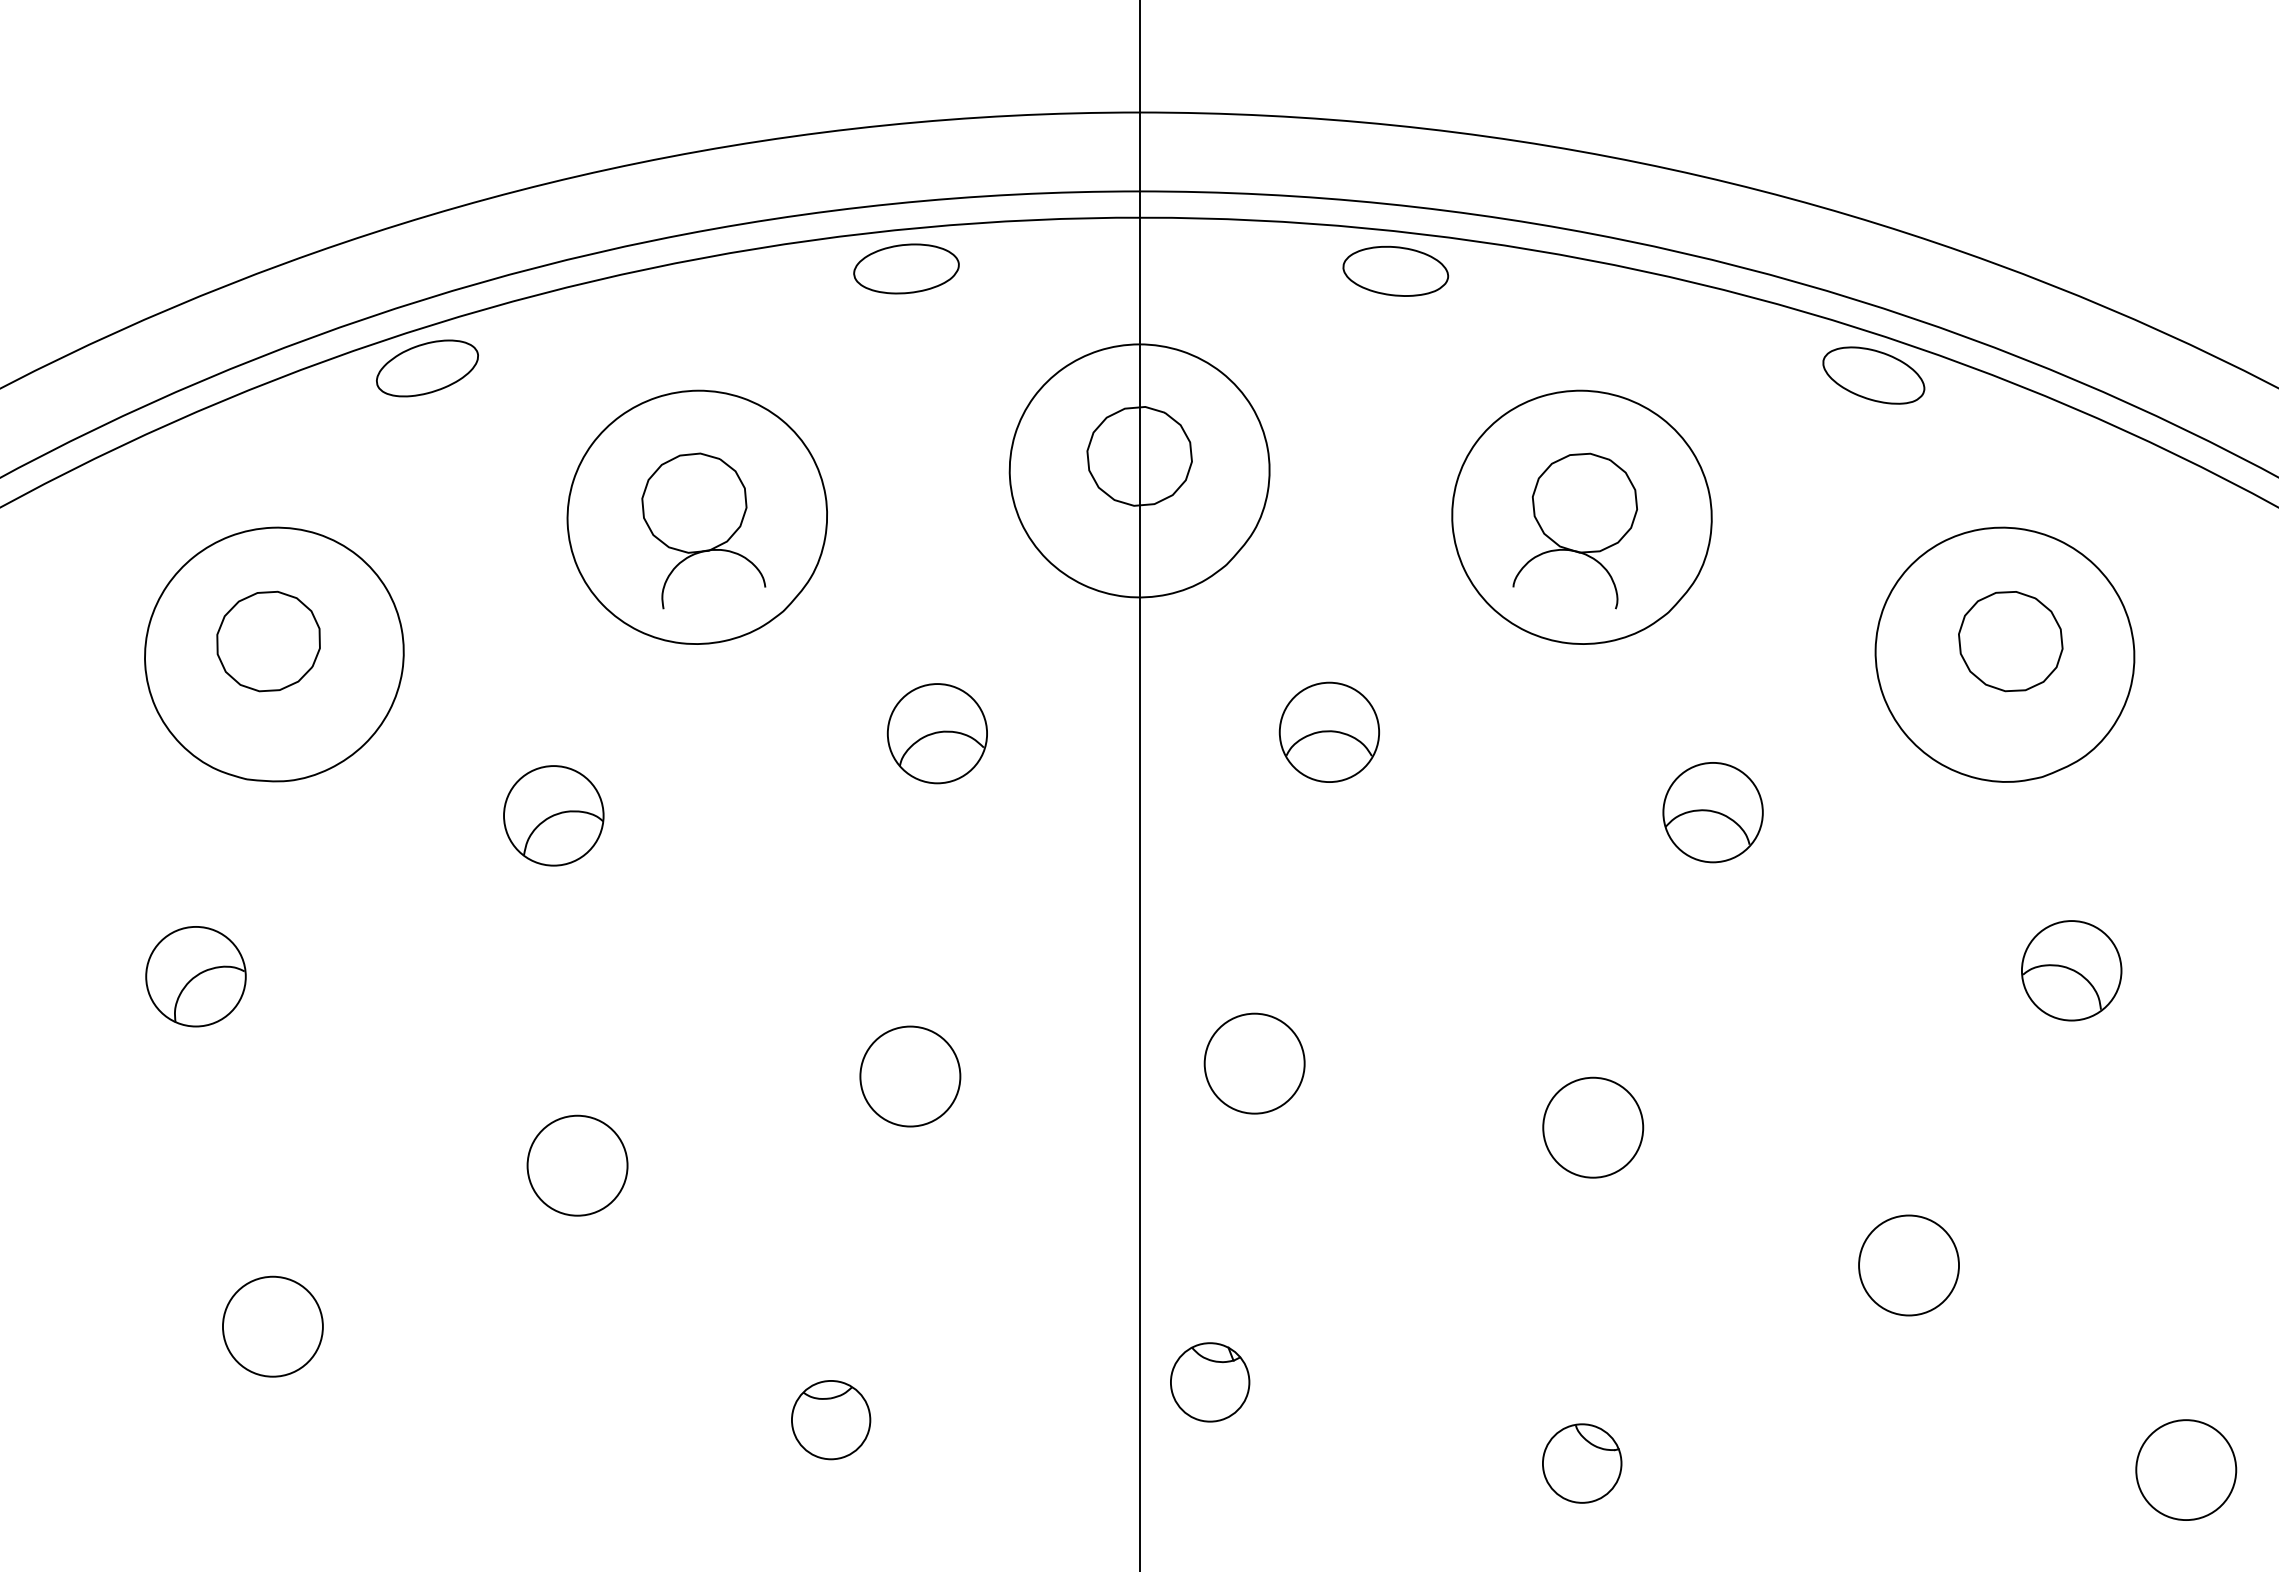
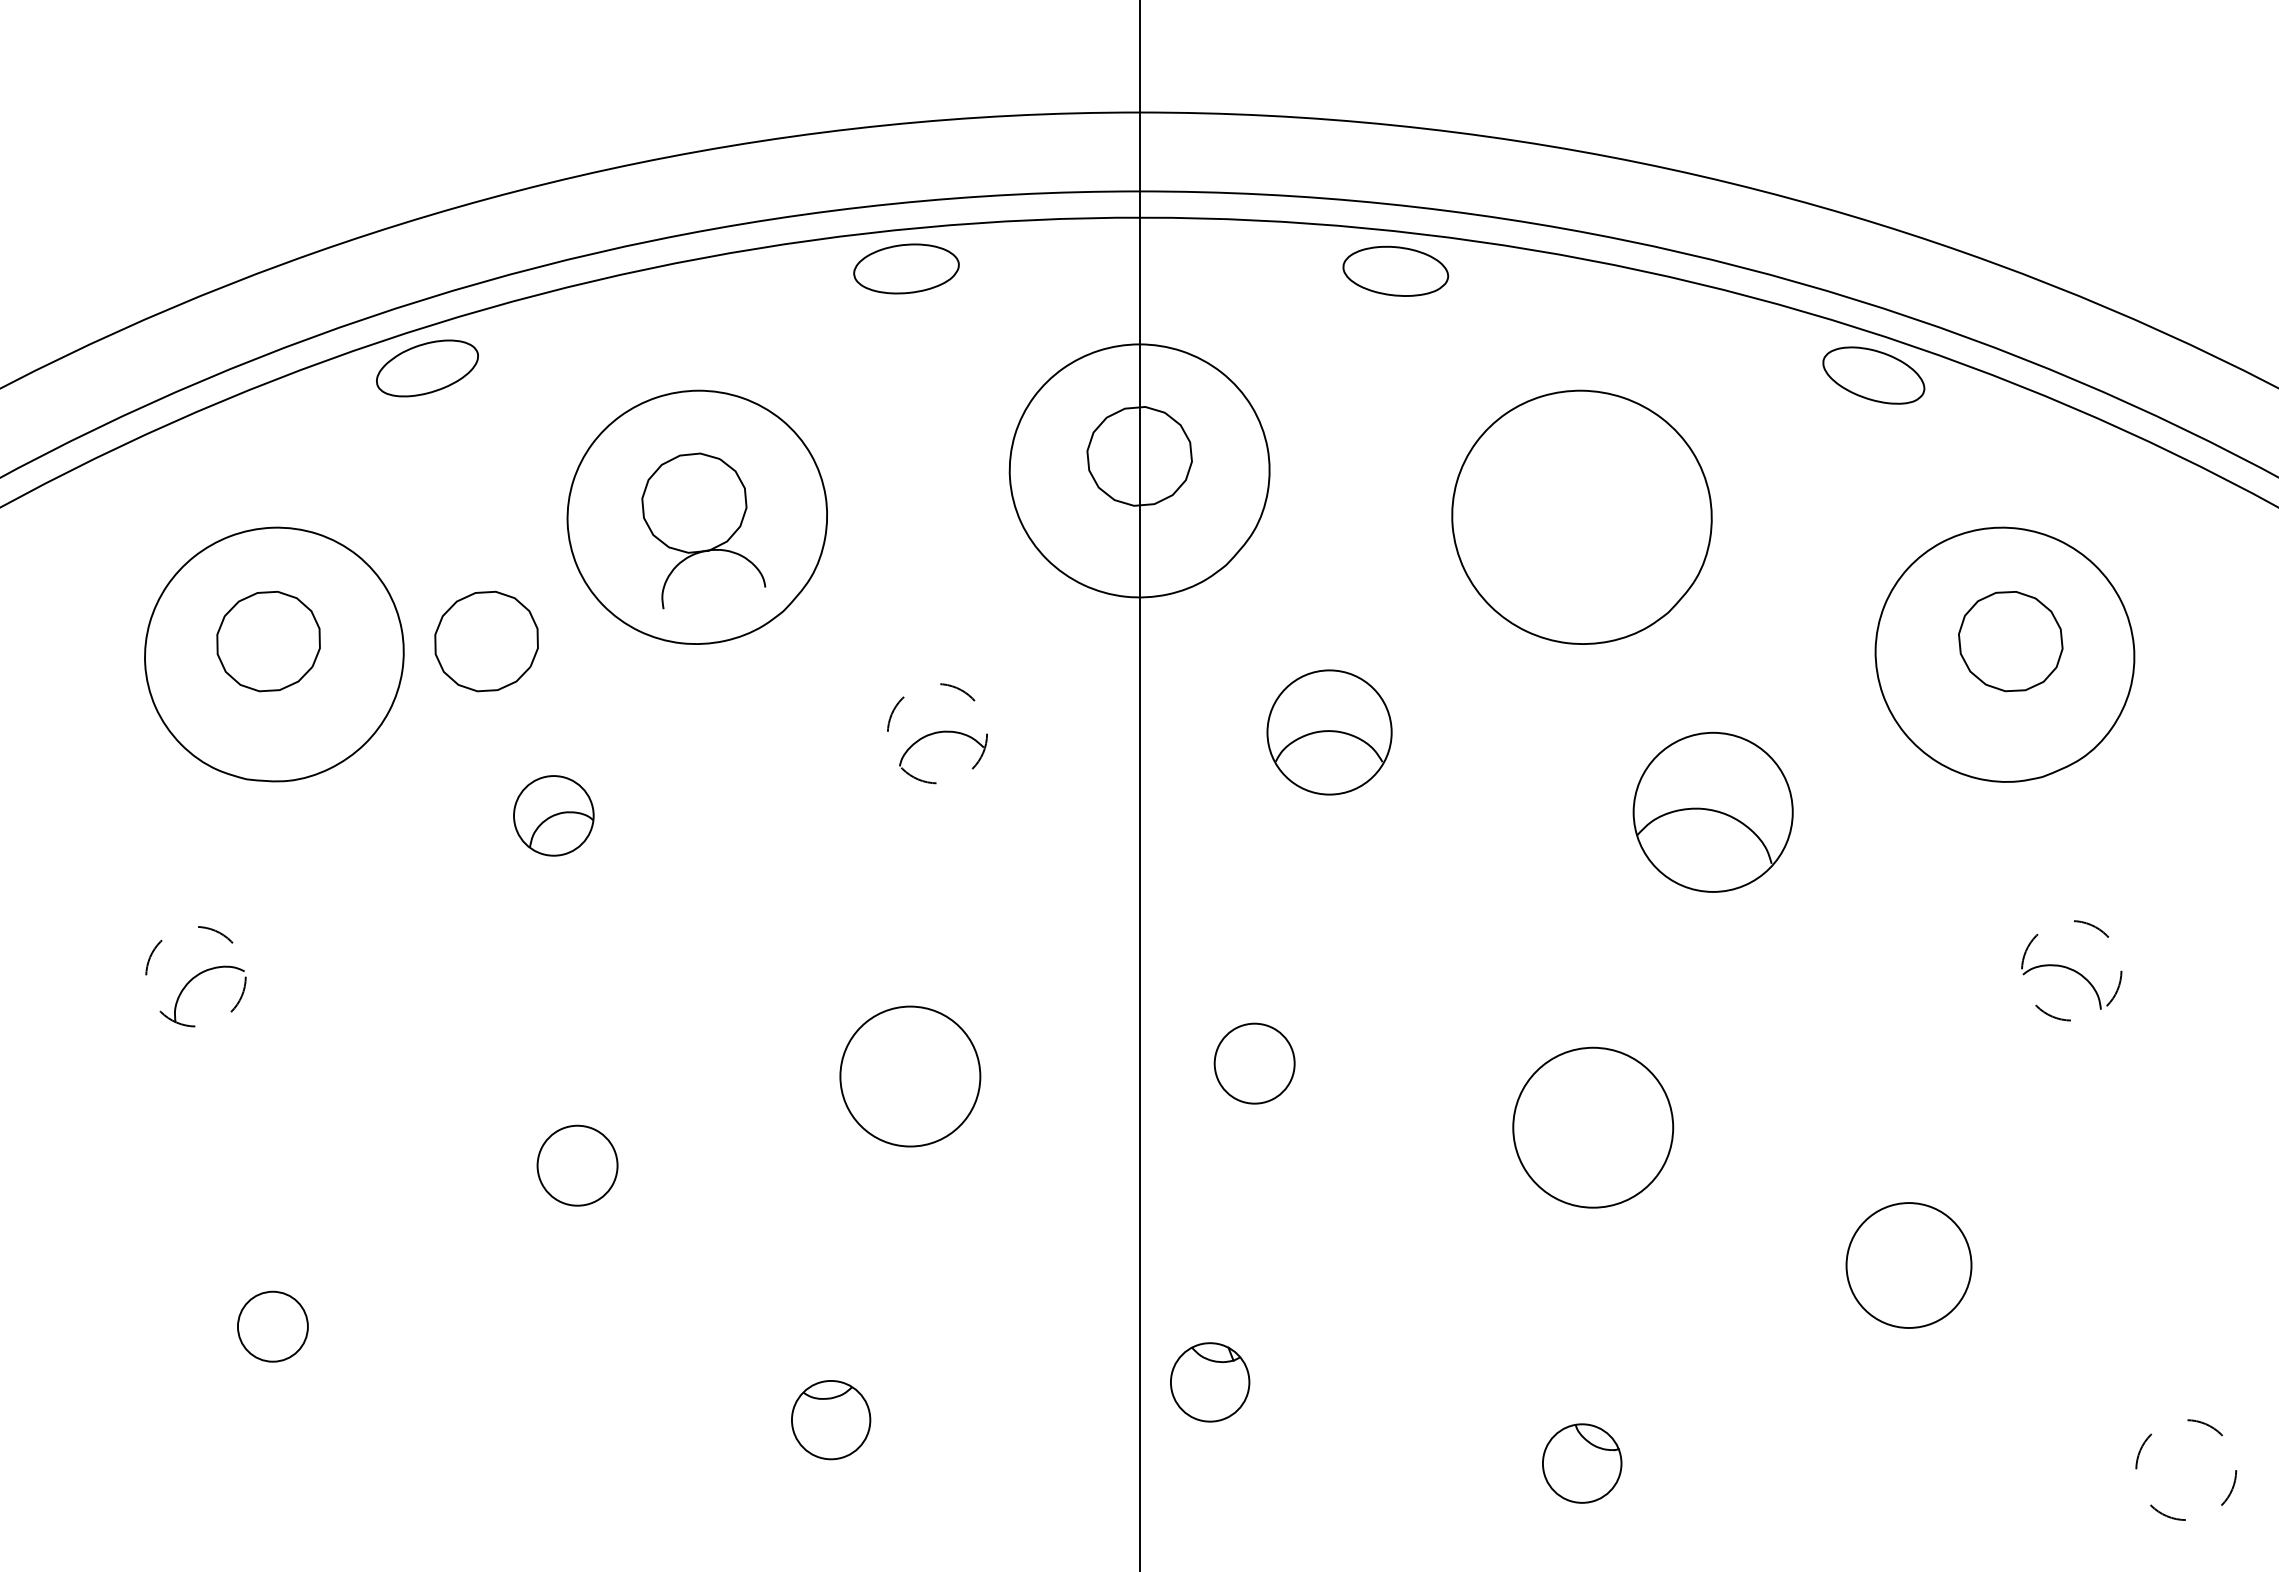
part at (1574, 530): present -> none
part at (486, 641): none -> present
part at (1328, 731) size: 102x102 px -> 127x127 px
circle at (937, 733): solid -> dashed
part at (1712, 812) size: 102x102 px -> 162x162 px
part at (553, 815) size: 102x102 px -> 82x82 px
circle at (2071, 970): solid -> dashed
circle at (195, 976): solid -> dashed
circle at (1254, 1063) diameter: 100 px -> 80 px
circle at (910, 1076) diameter: 100 px -> 140 px
circle at (1593, 1127) diameter: 100 px -> 160 px
circle at (577, 1165) diameter: 100 px -> 80 px
circle at (1909, 1265) diameter: 100 px -> 125 px
circle at (272, 1326) diameter: 100 px -> 70 px
circle at (2186, 1470): solid -> dashed
